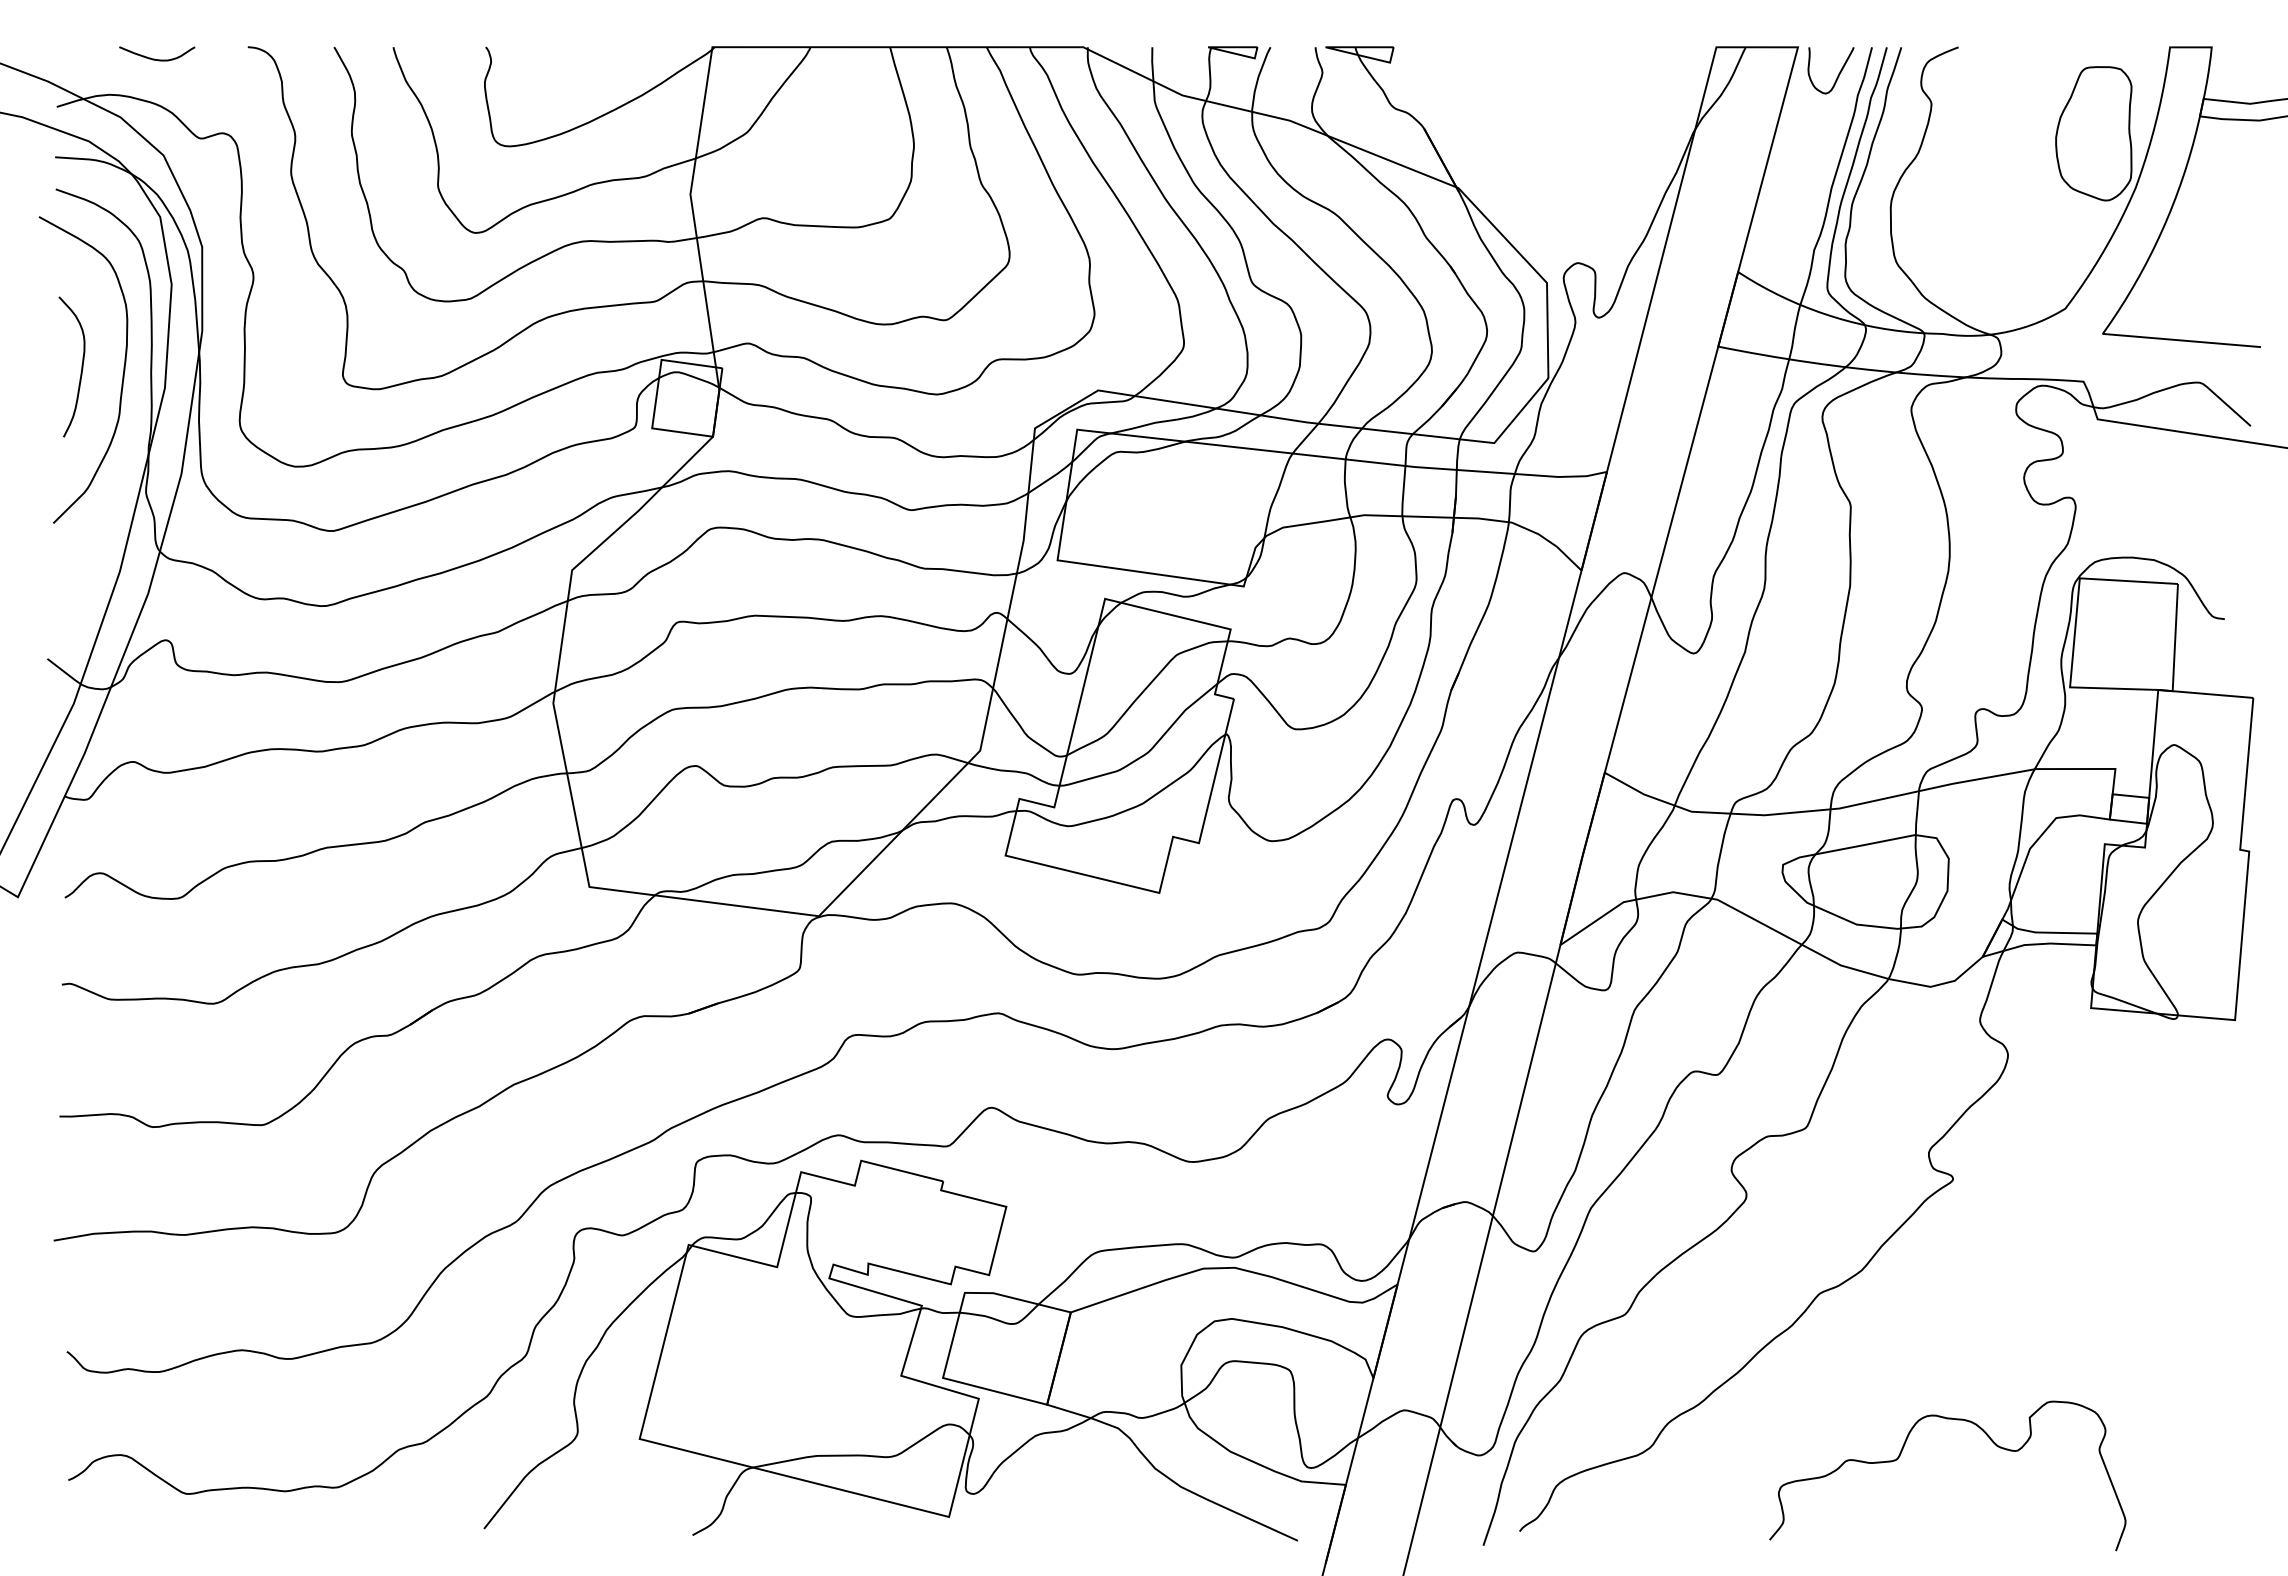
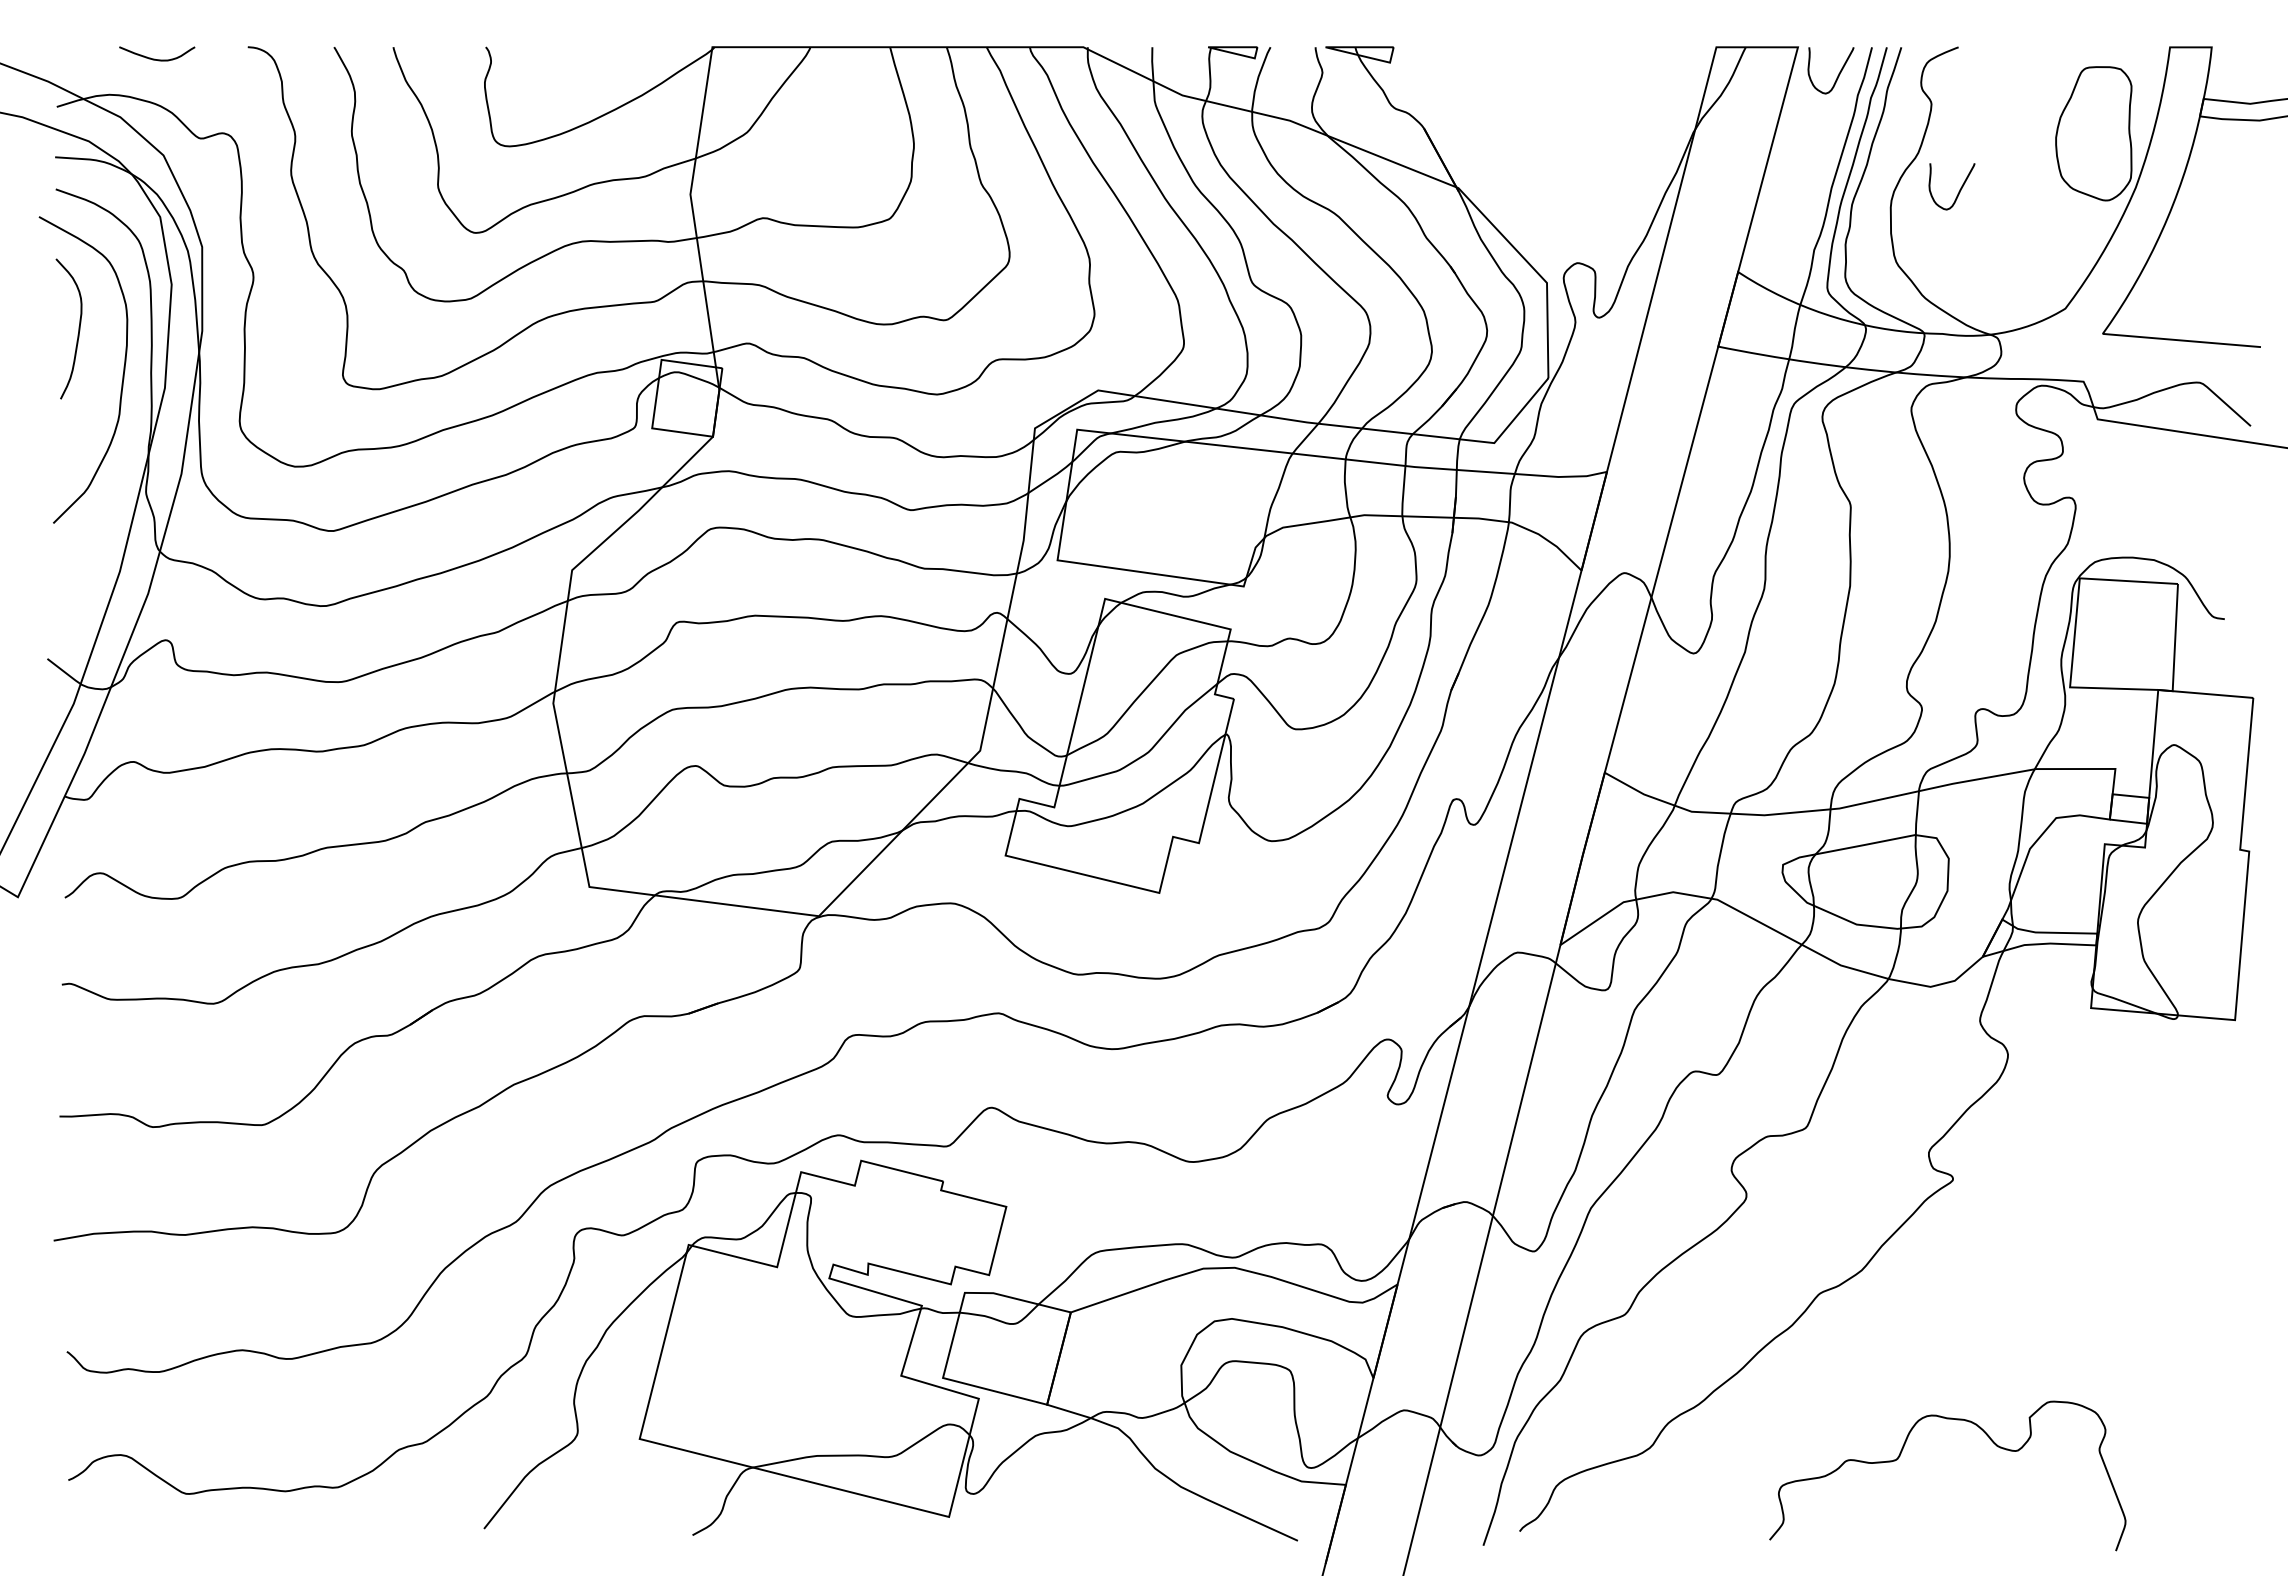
curve at (1959, 189): none -> present
curve at (81, 366) position: (81, 366) -> (78, 328)
